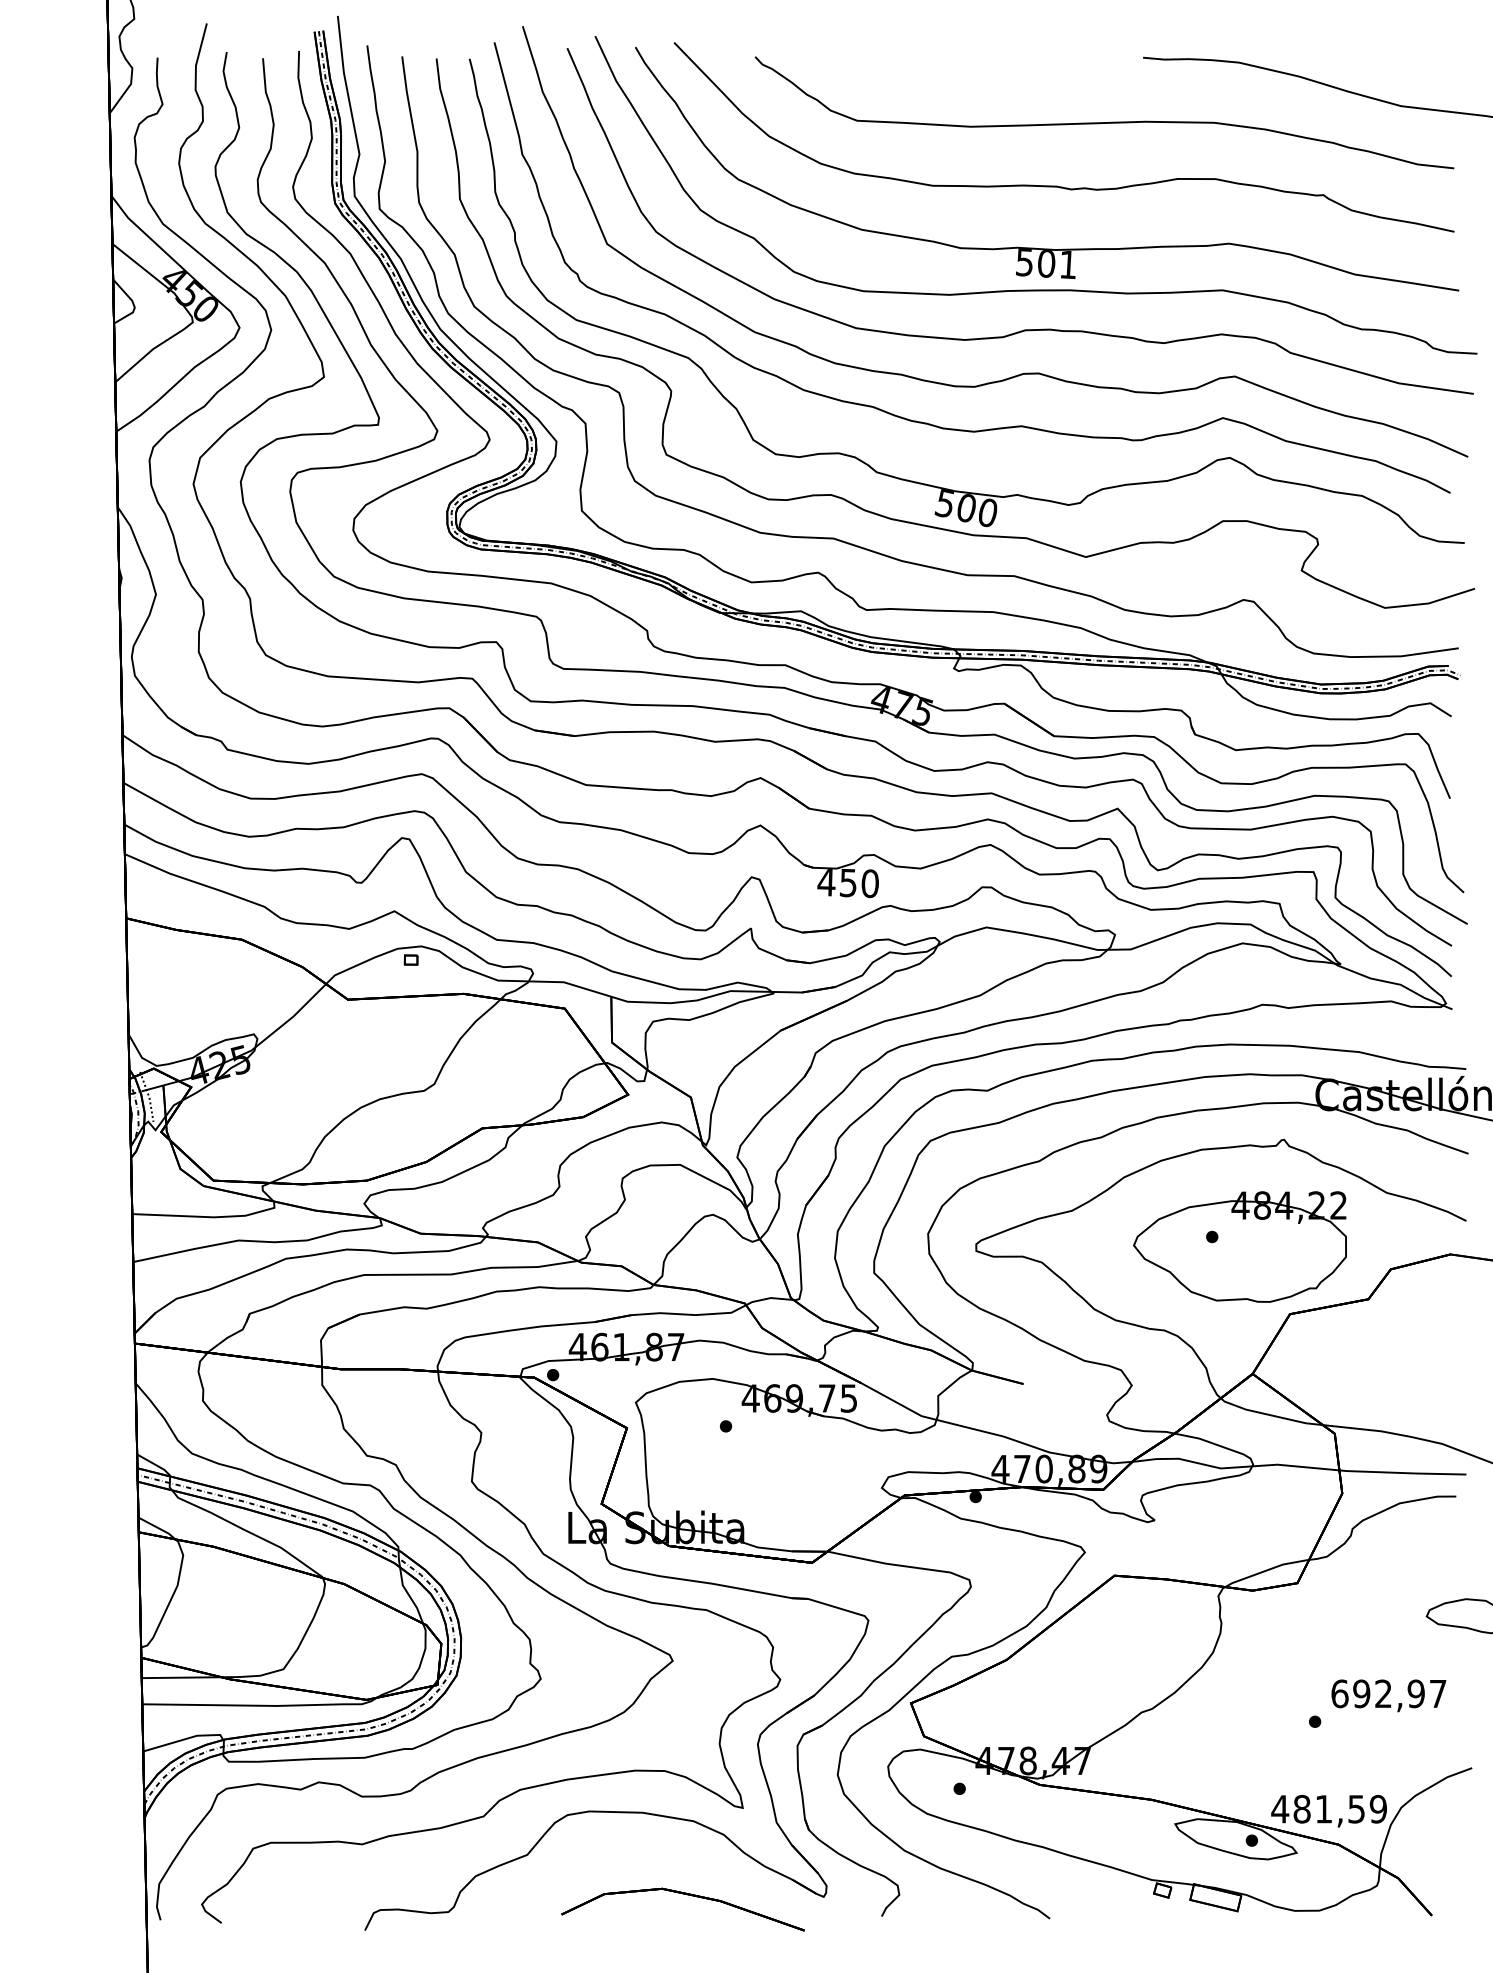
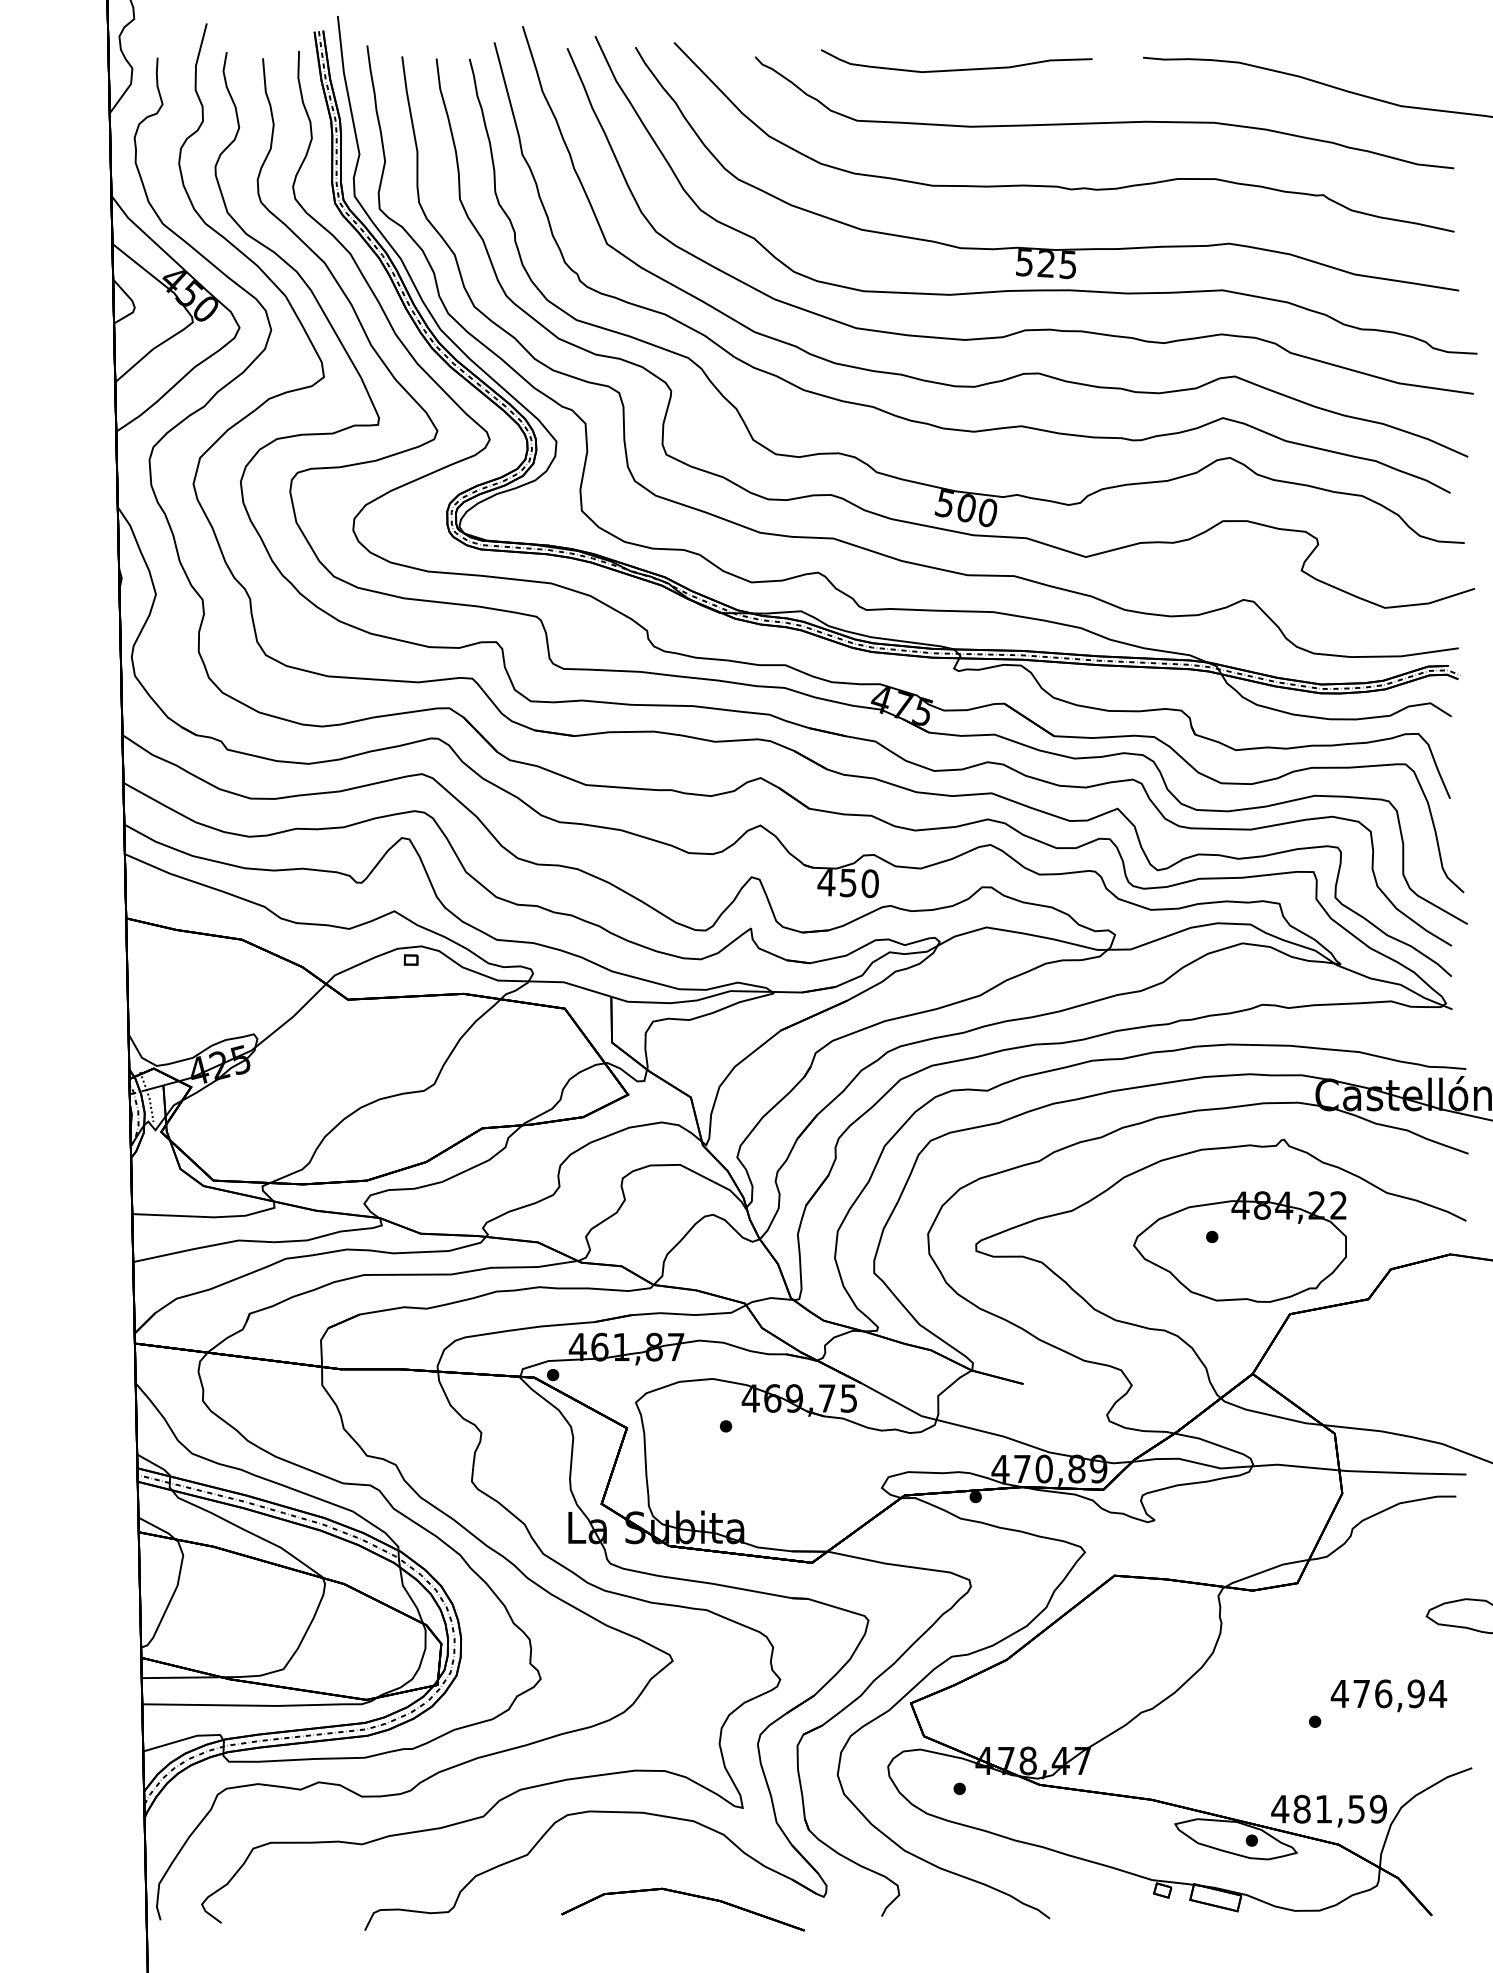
curve at (956, 69): none -> present
text at (1056, 264): 501 -> 525
text at (1388, 1693): 692,97 -> 476,94
